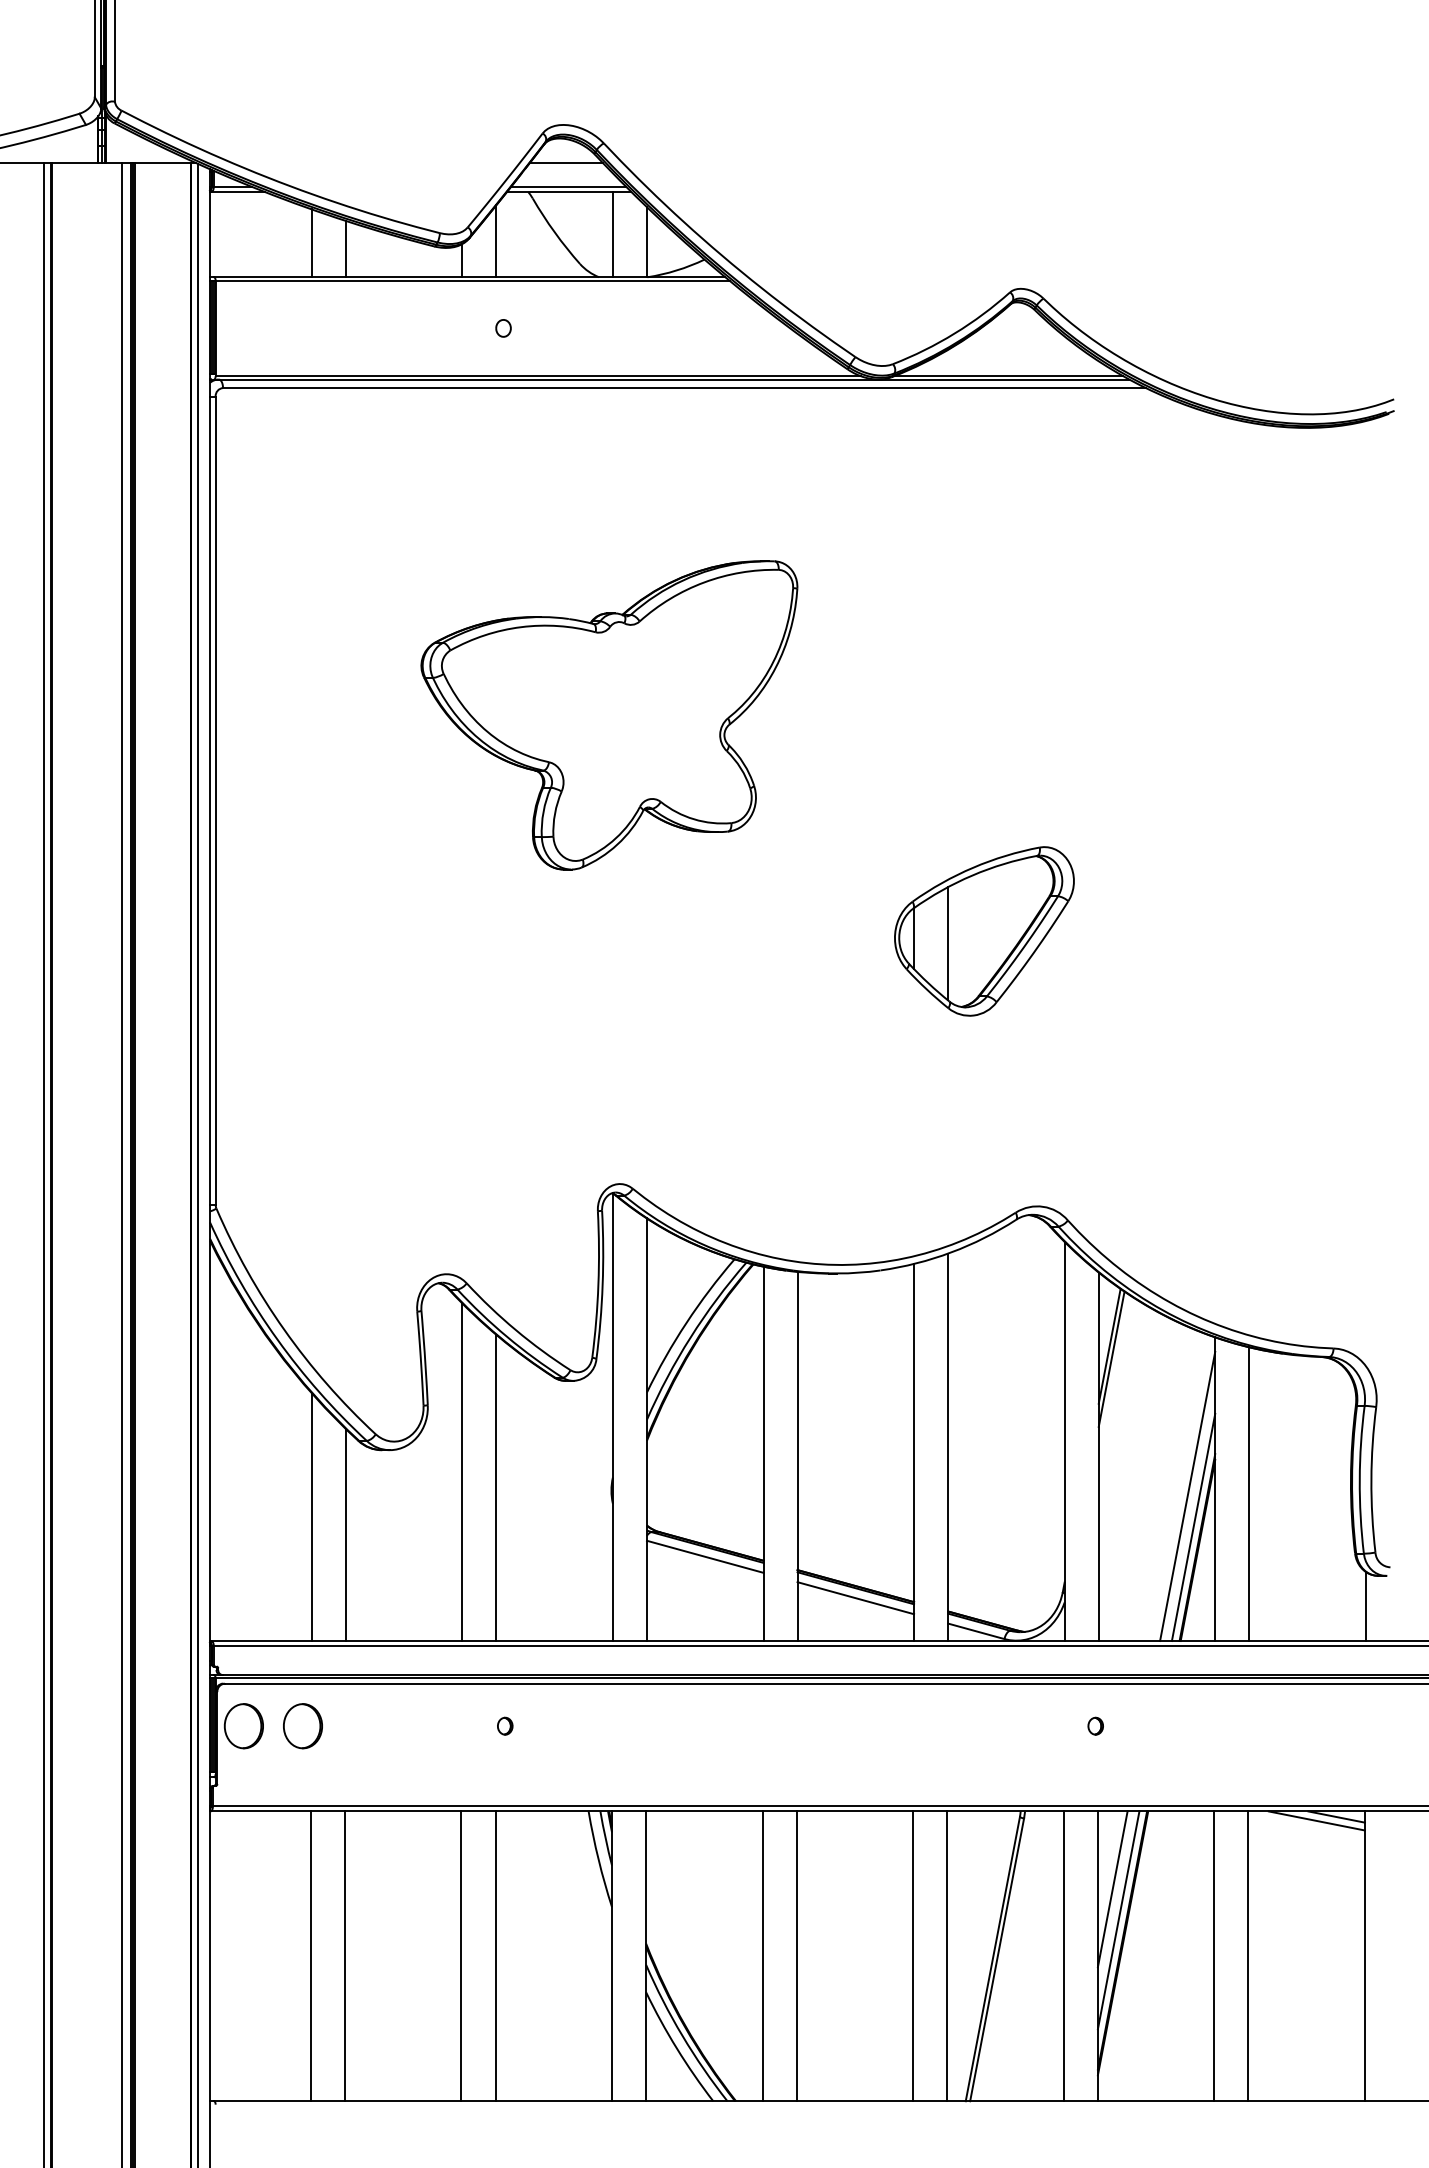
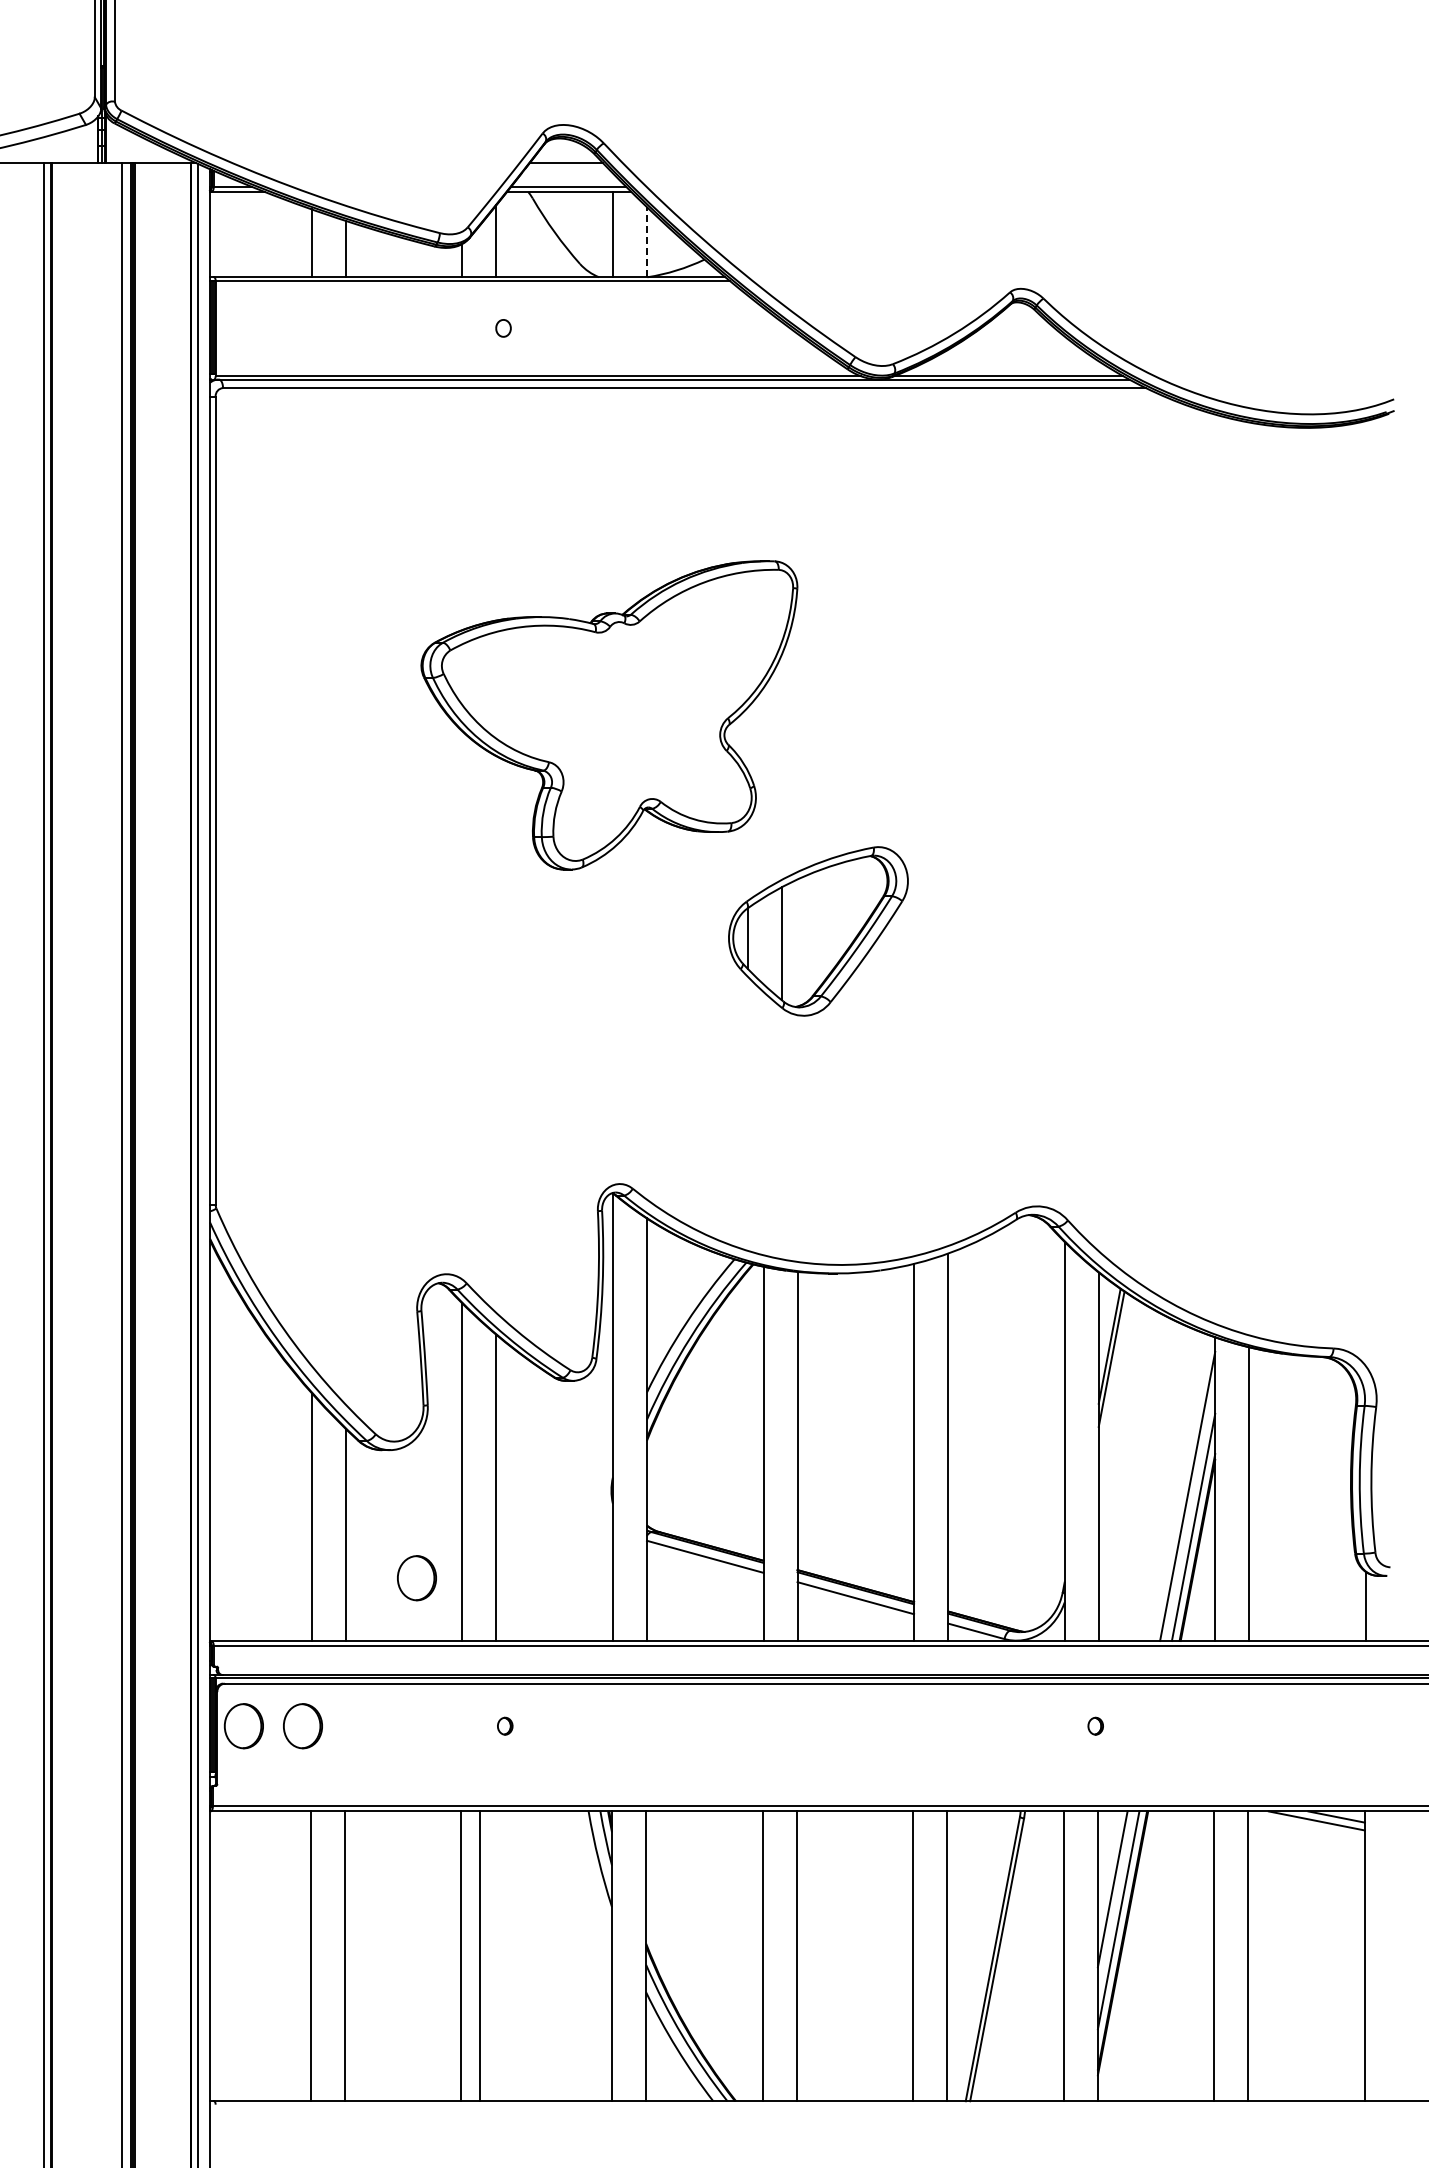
line at (646, 241): solid -> dashed
part at (984, 931) position: (984, 931) -> (818, 931)
part at (416, 1578): none -> present
line at (495, 1956) position: (495, 1956) -> (479, 1956)
